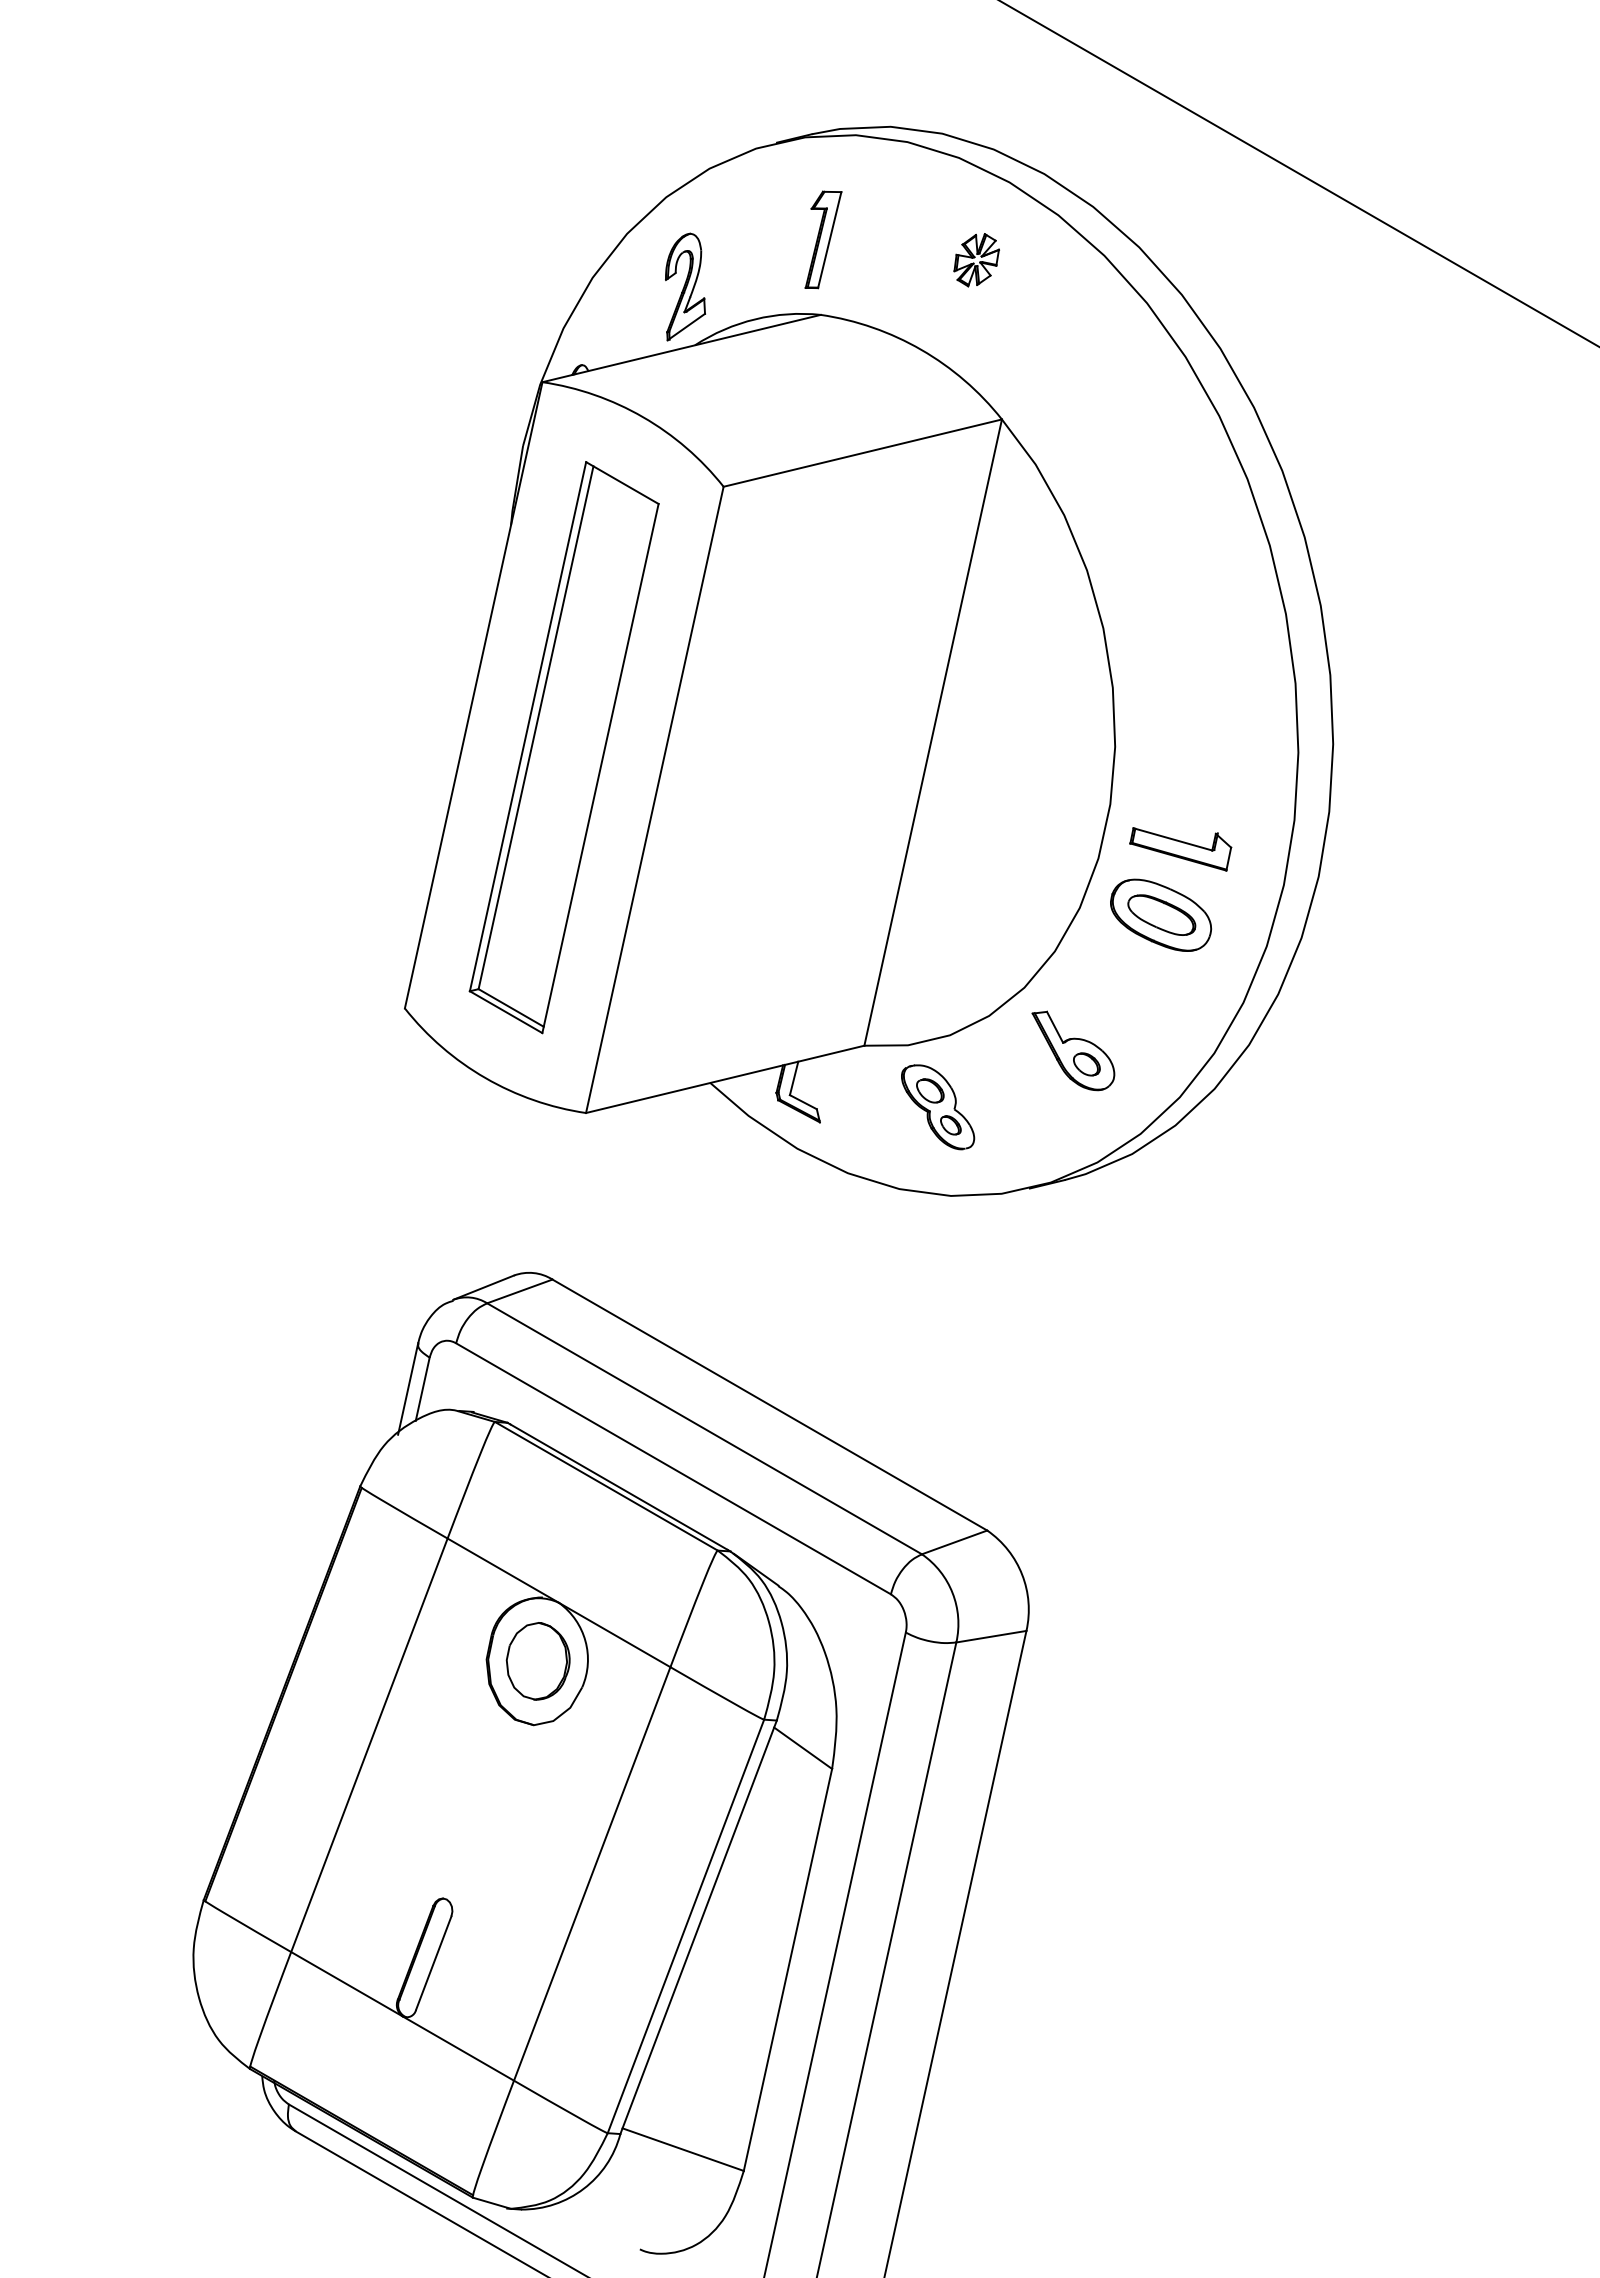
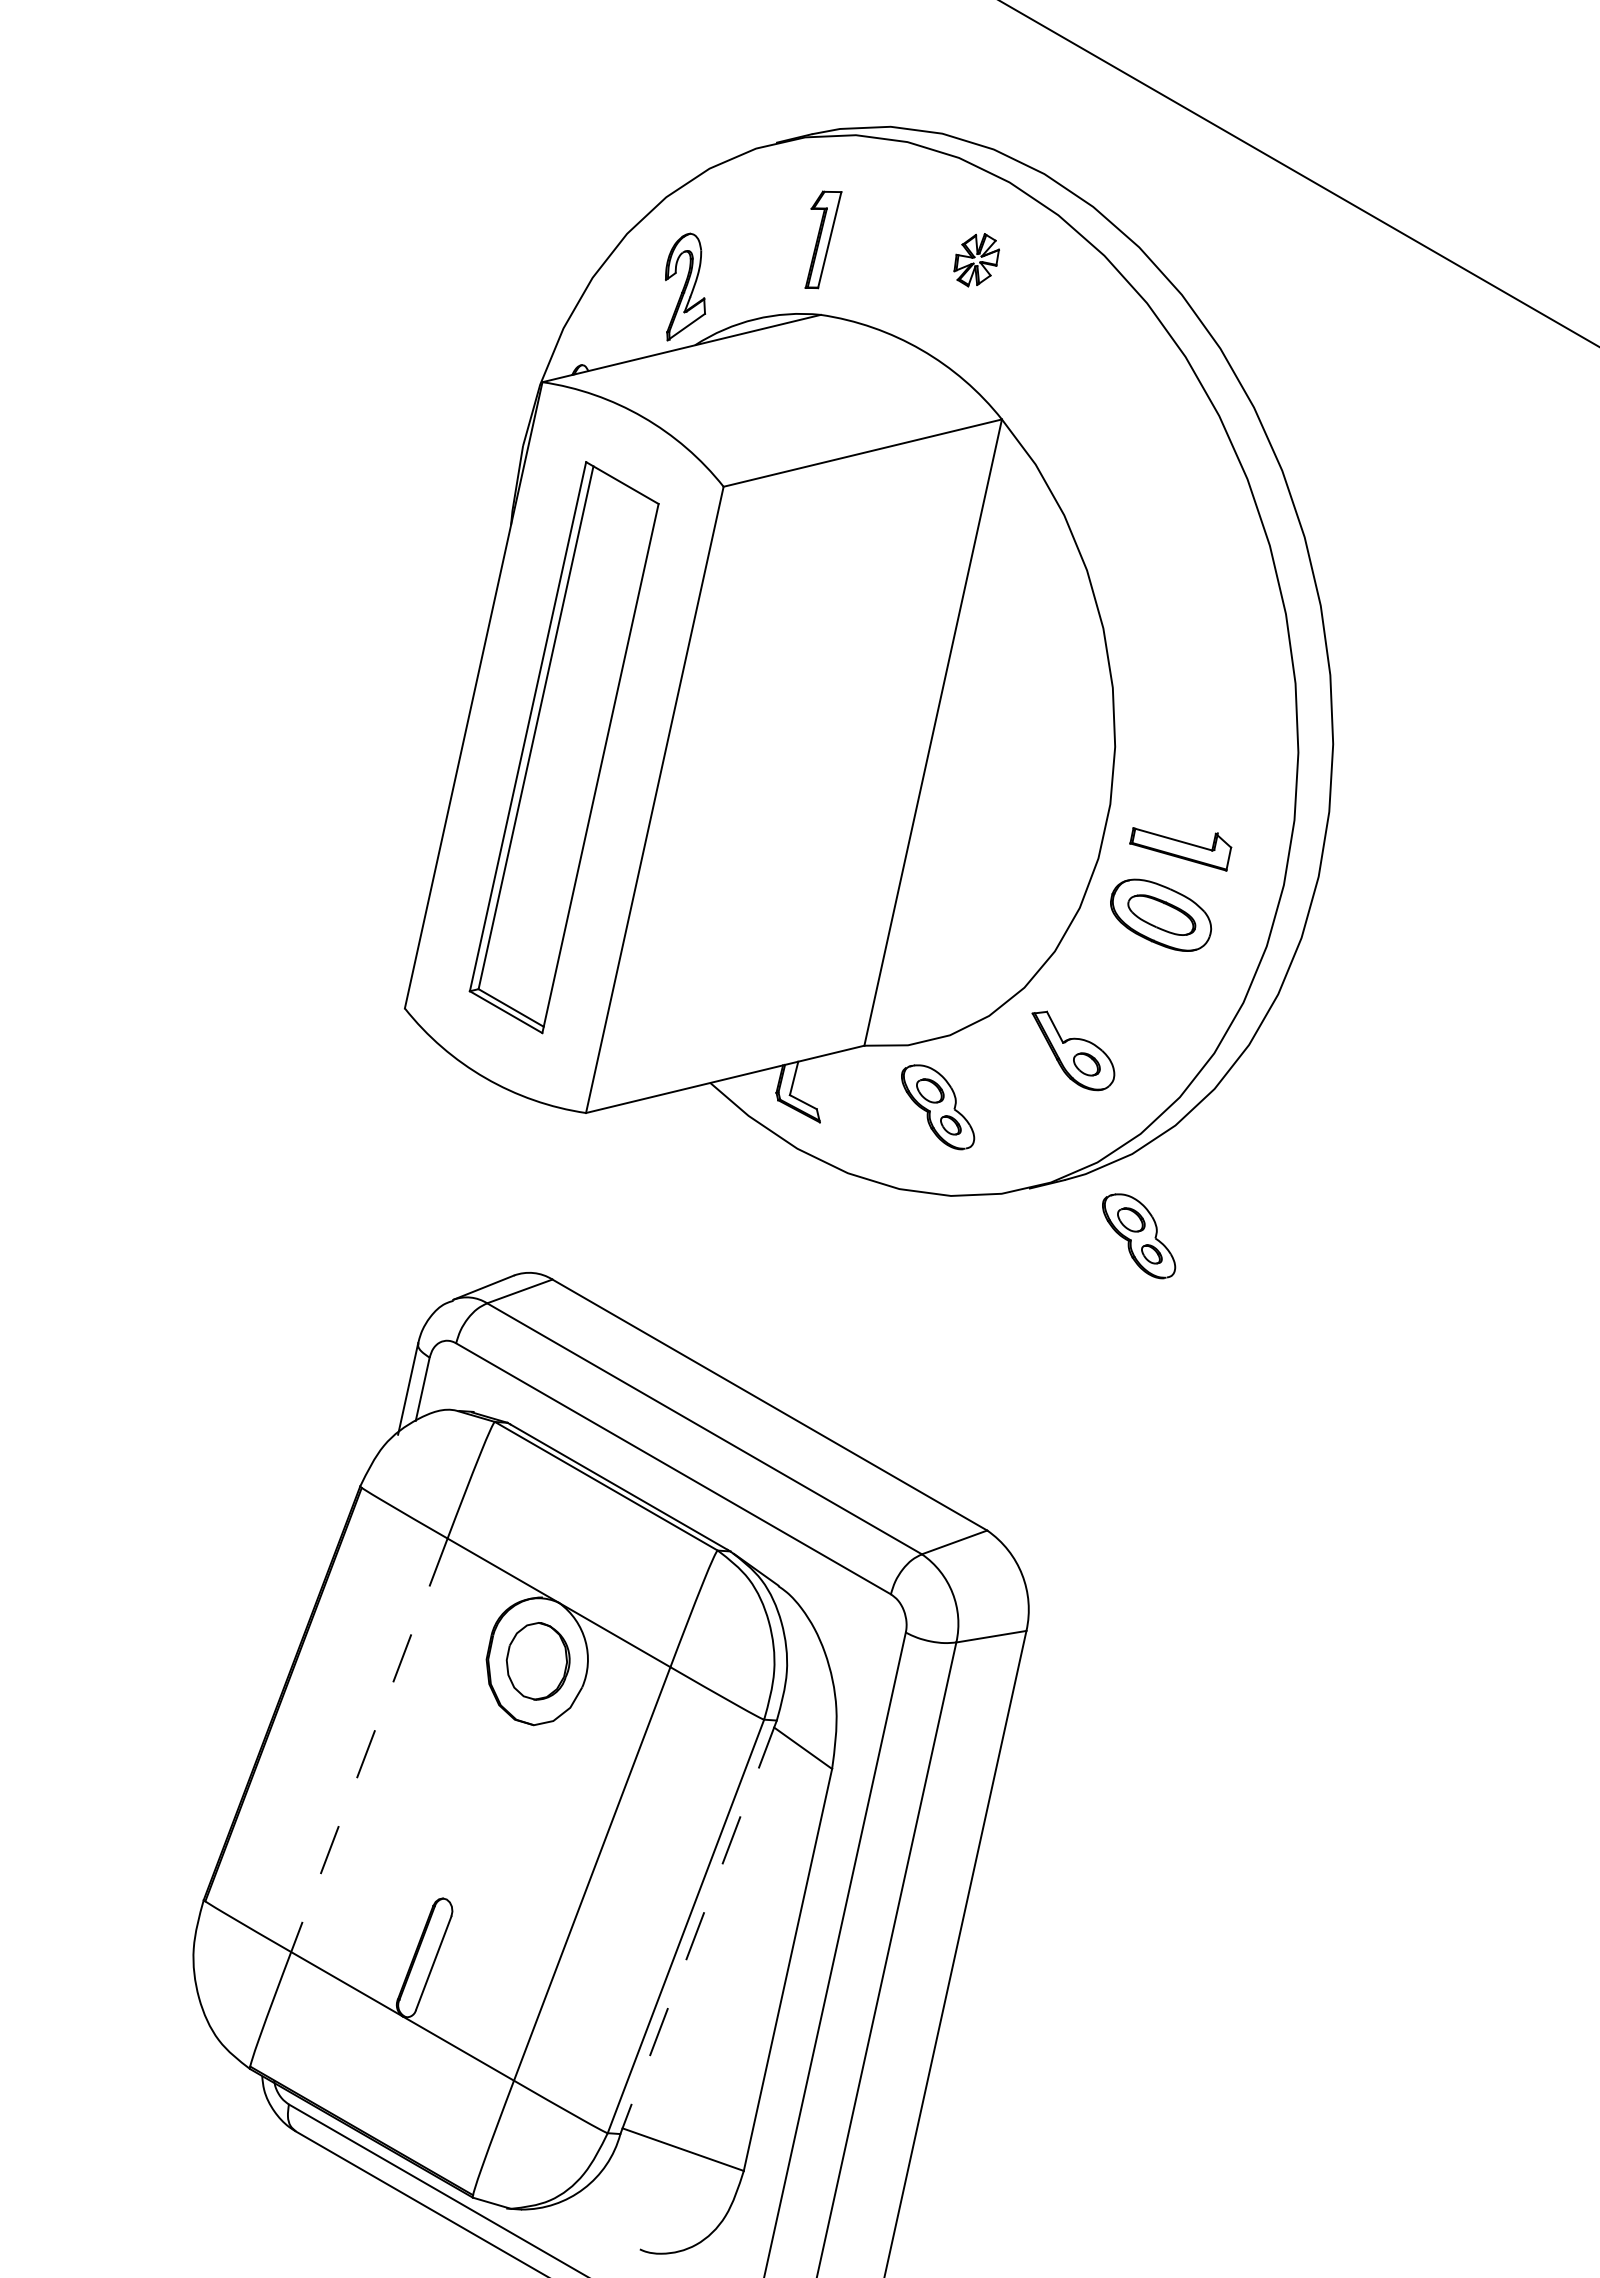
part at (1139, 1236): none -> present
line at (369, 1745): solid -> dashed
line at (698, 1927): solid -> dashed
